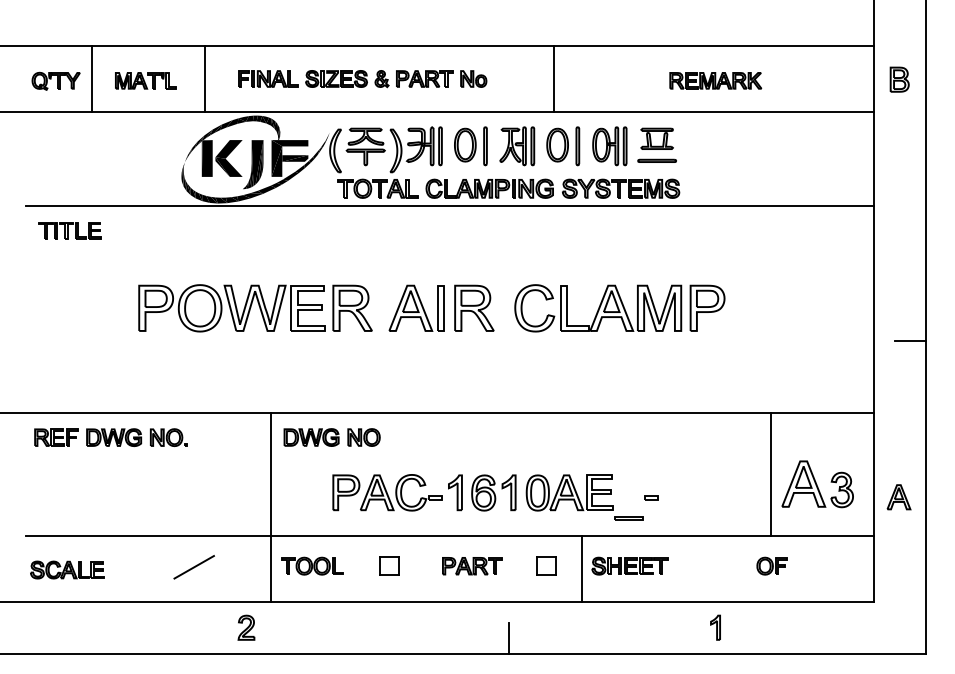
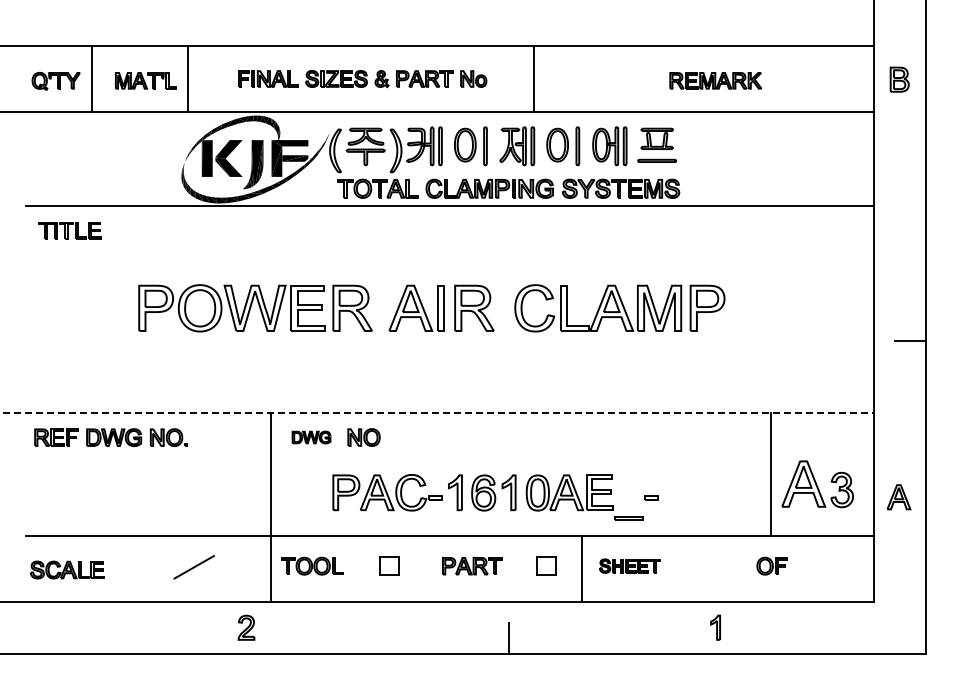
line at (205, 78) position: (205, 78) -> (188, 78)
line at (553, 78) position: (553, 78) -> (533, 78)
line at (437, 413): solid -> dashed
part at (311, 437) size: 57x19 px -> 41x15 px
part at (629, 565) size: 78x20 px -> 62x16 px
